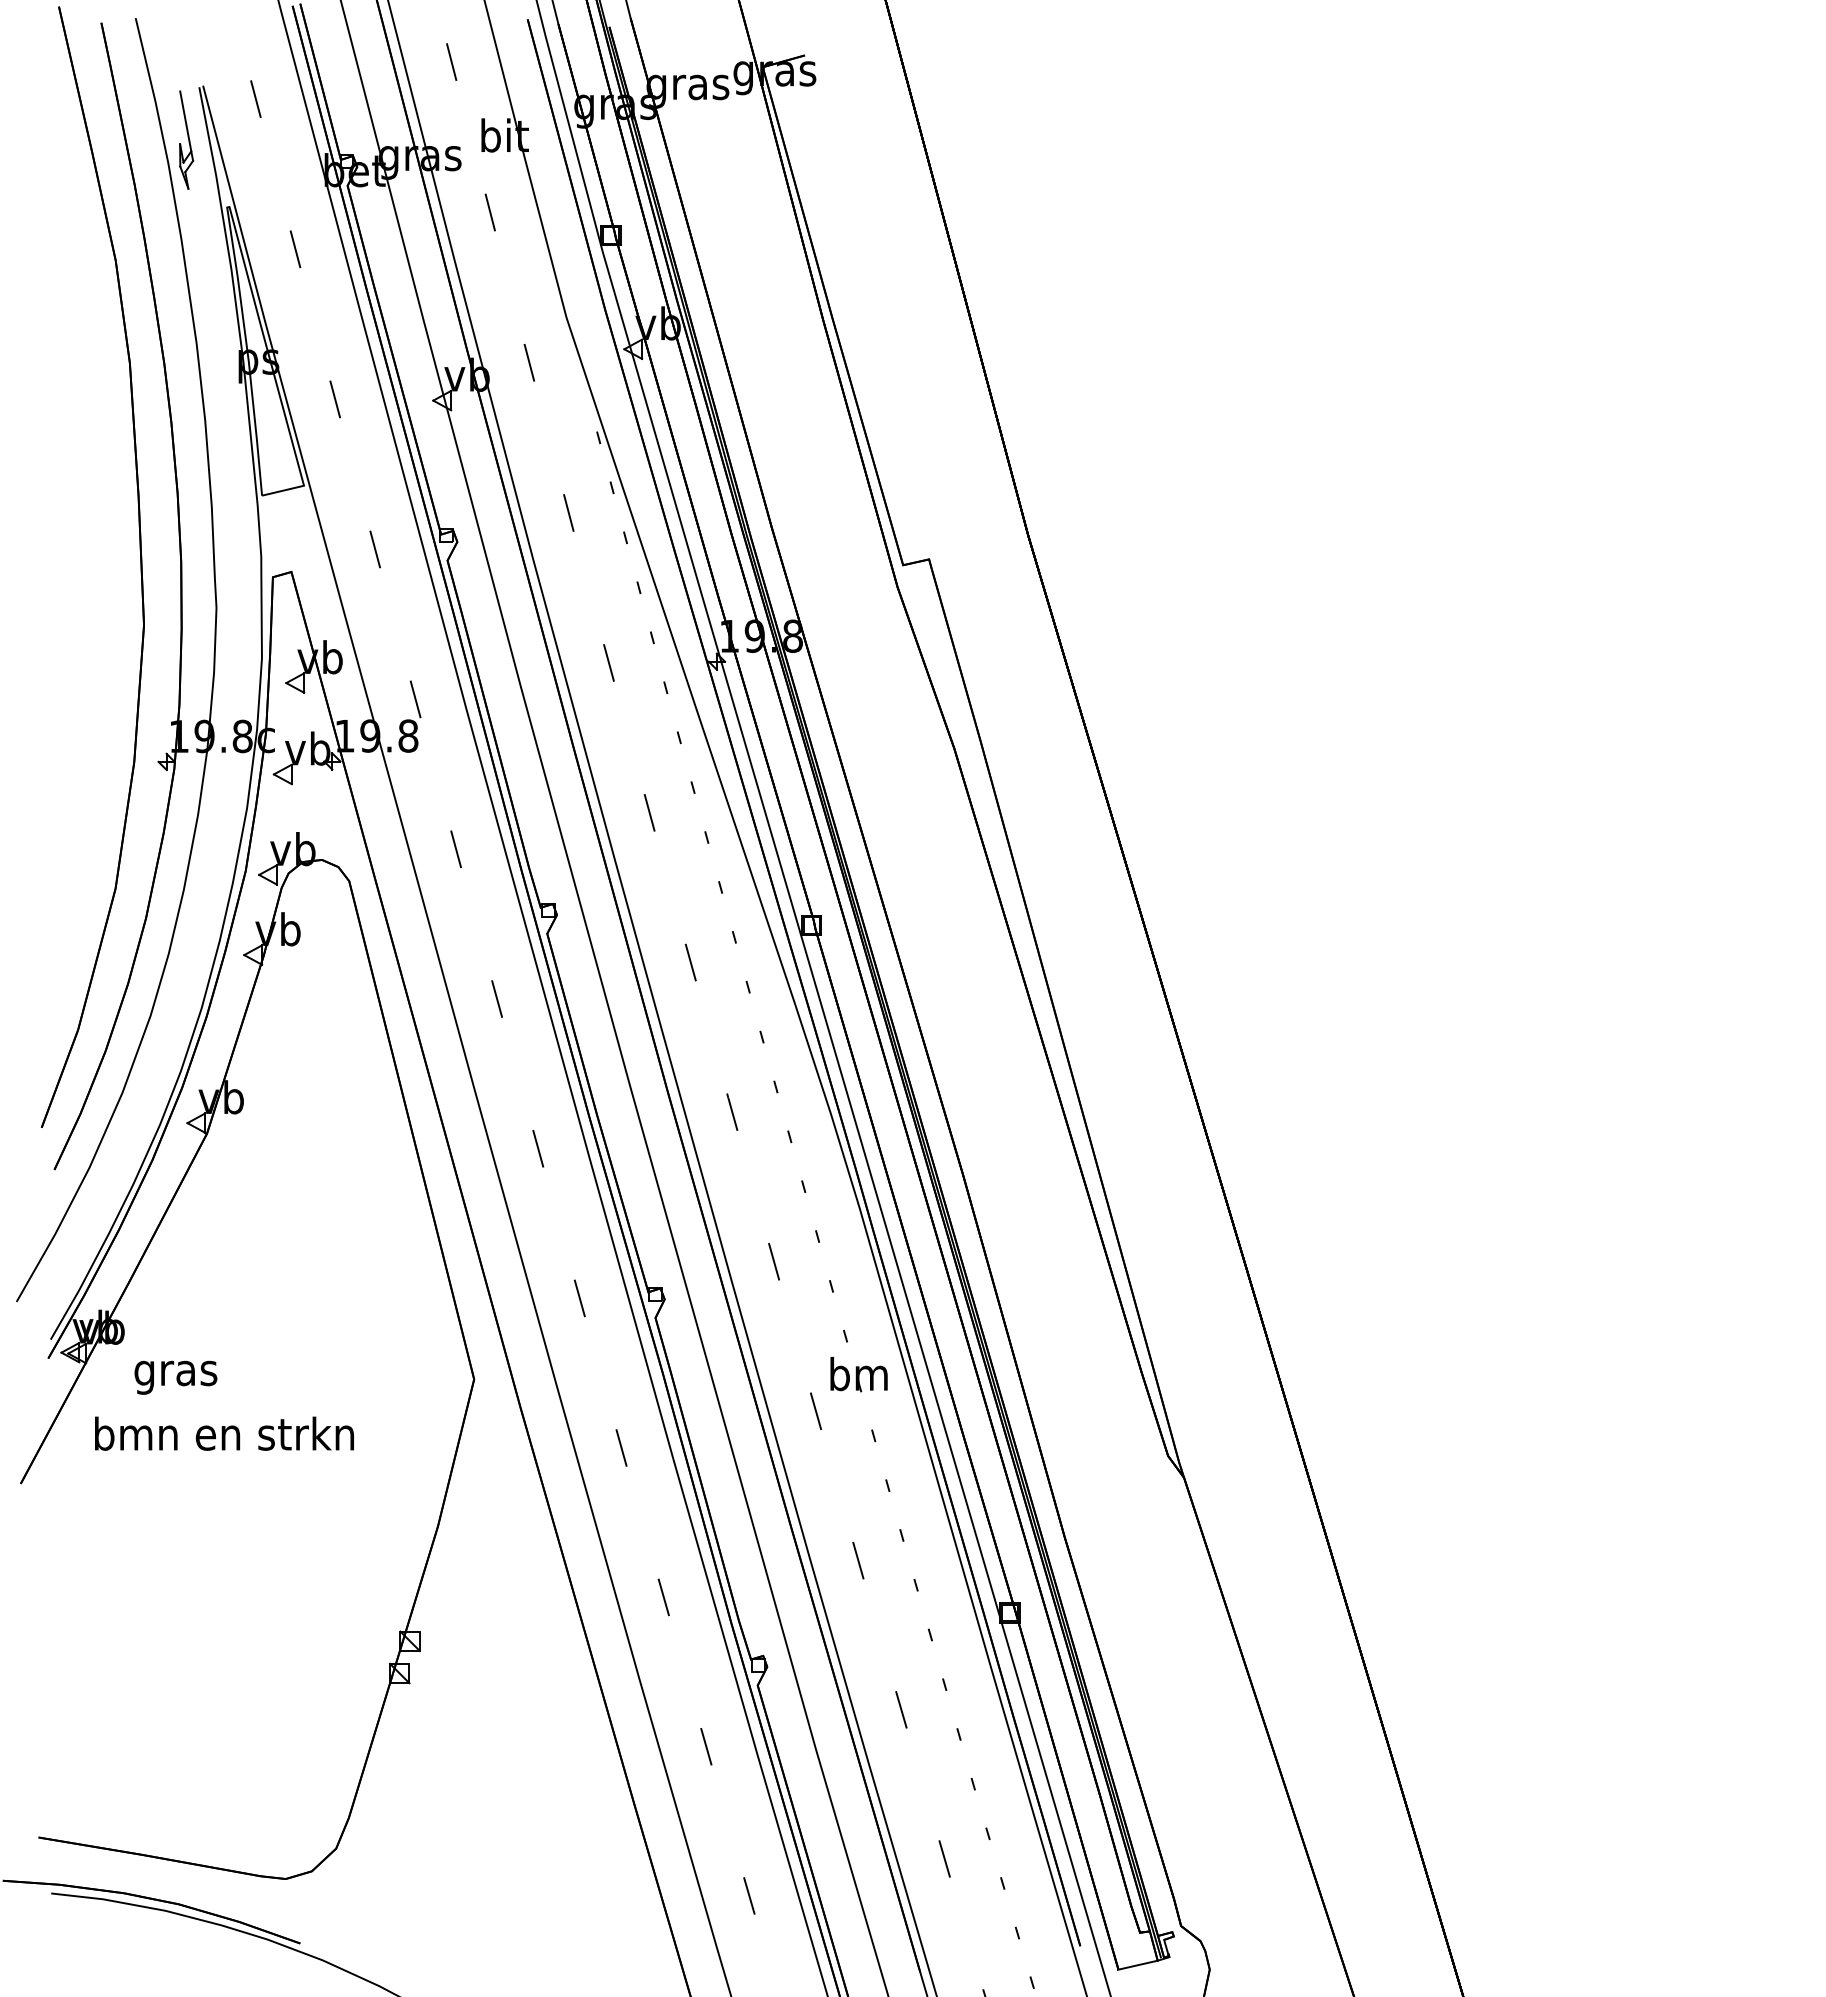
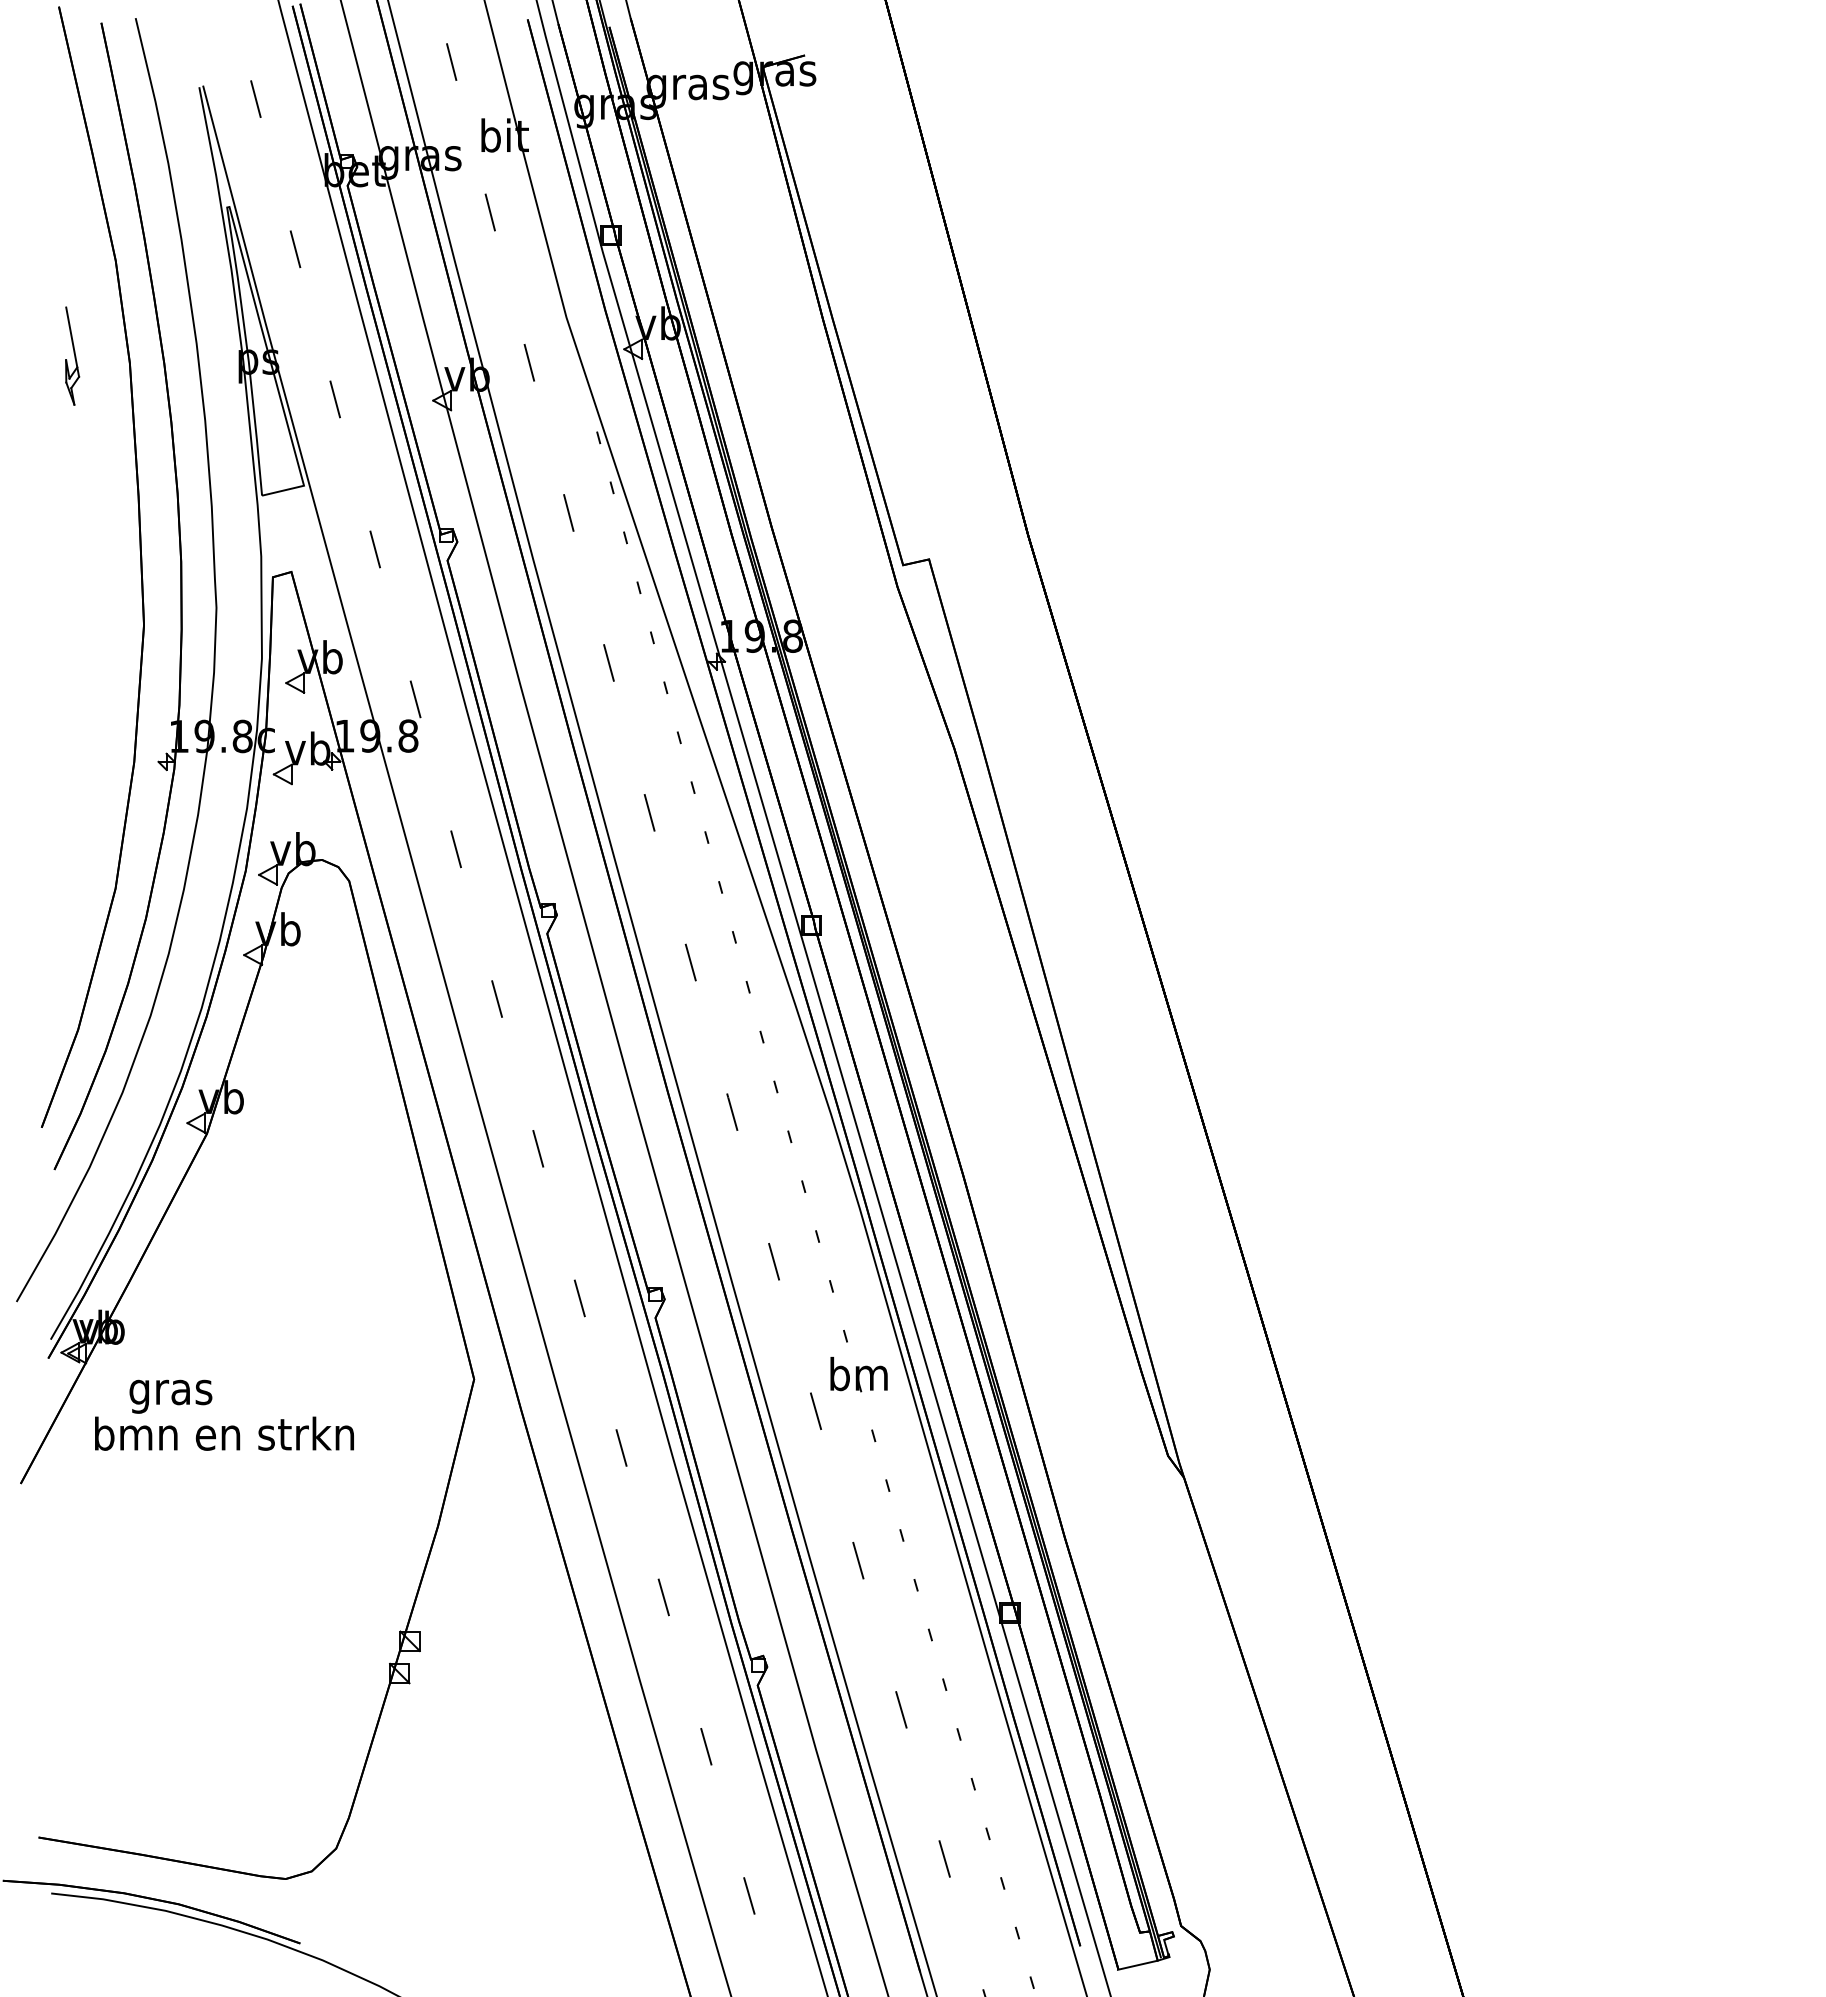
part at (186, 139) position: (186, 139) -> (72, 355)
text at (175, 1377) position: (175, 1377) -> (170, 1396)
